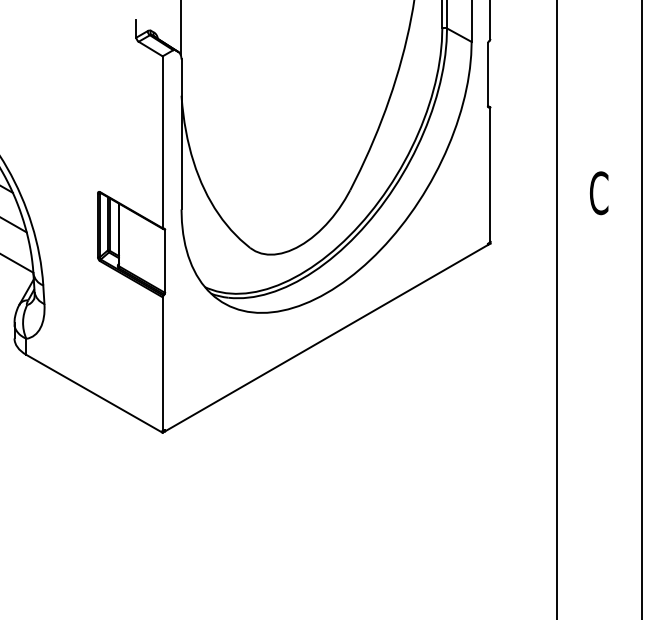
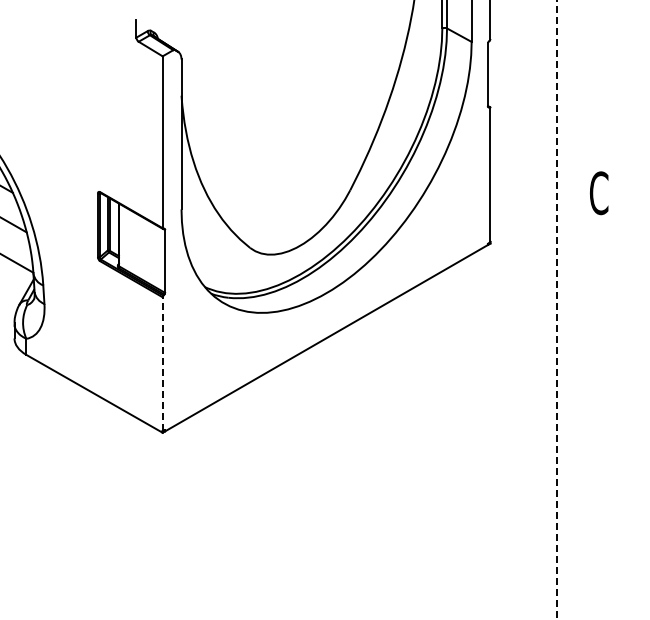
line at (180, 28): present -> none
line at (641, 309): present -> none
line at (557, 310): solid -> dashed
line at (162, 364): solid -> dashed
